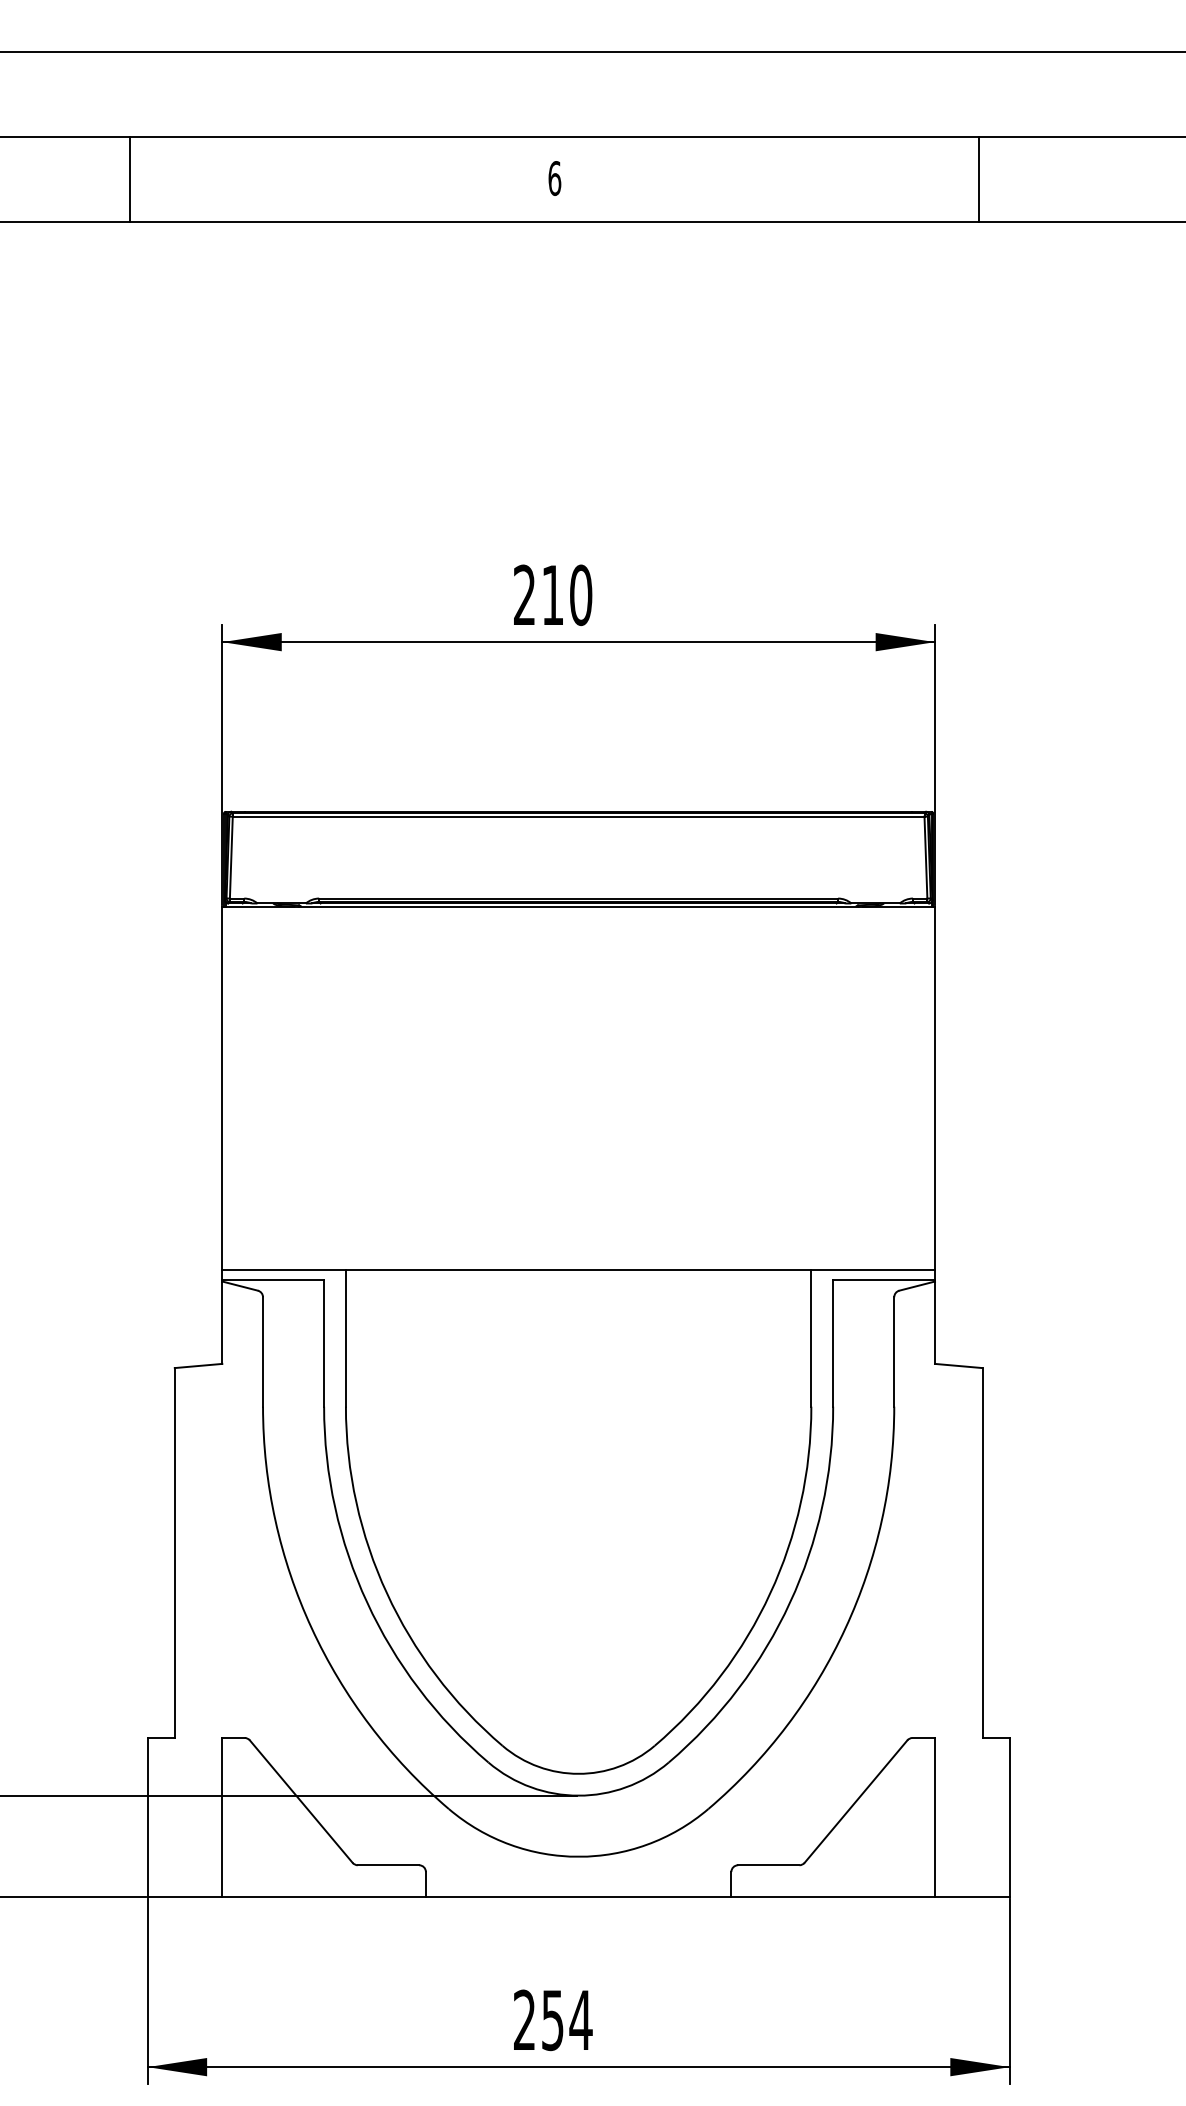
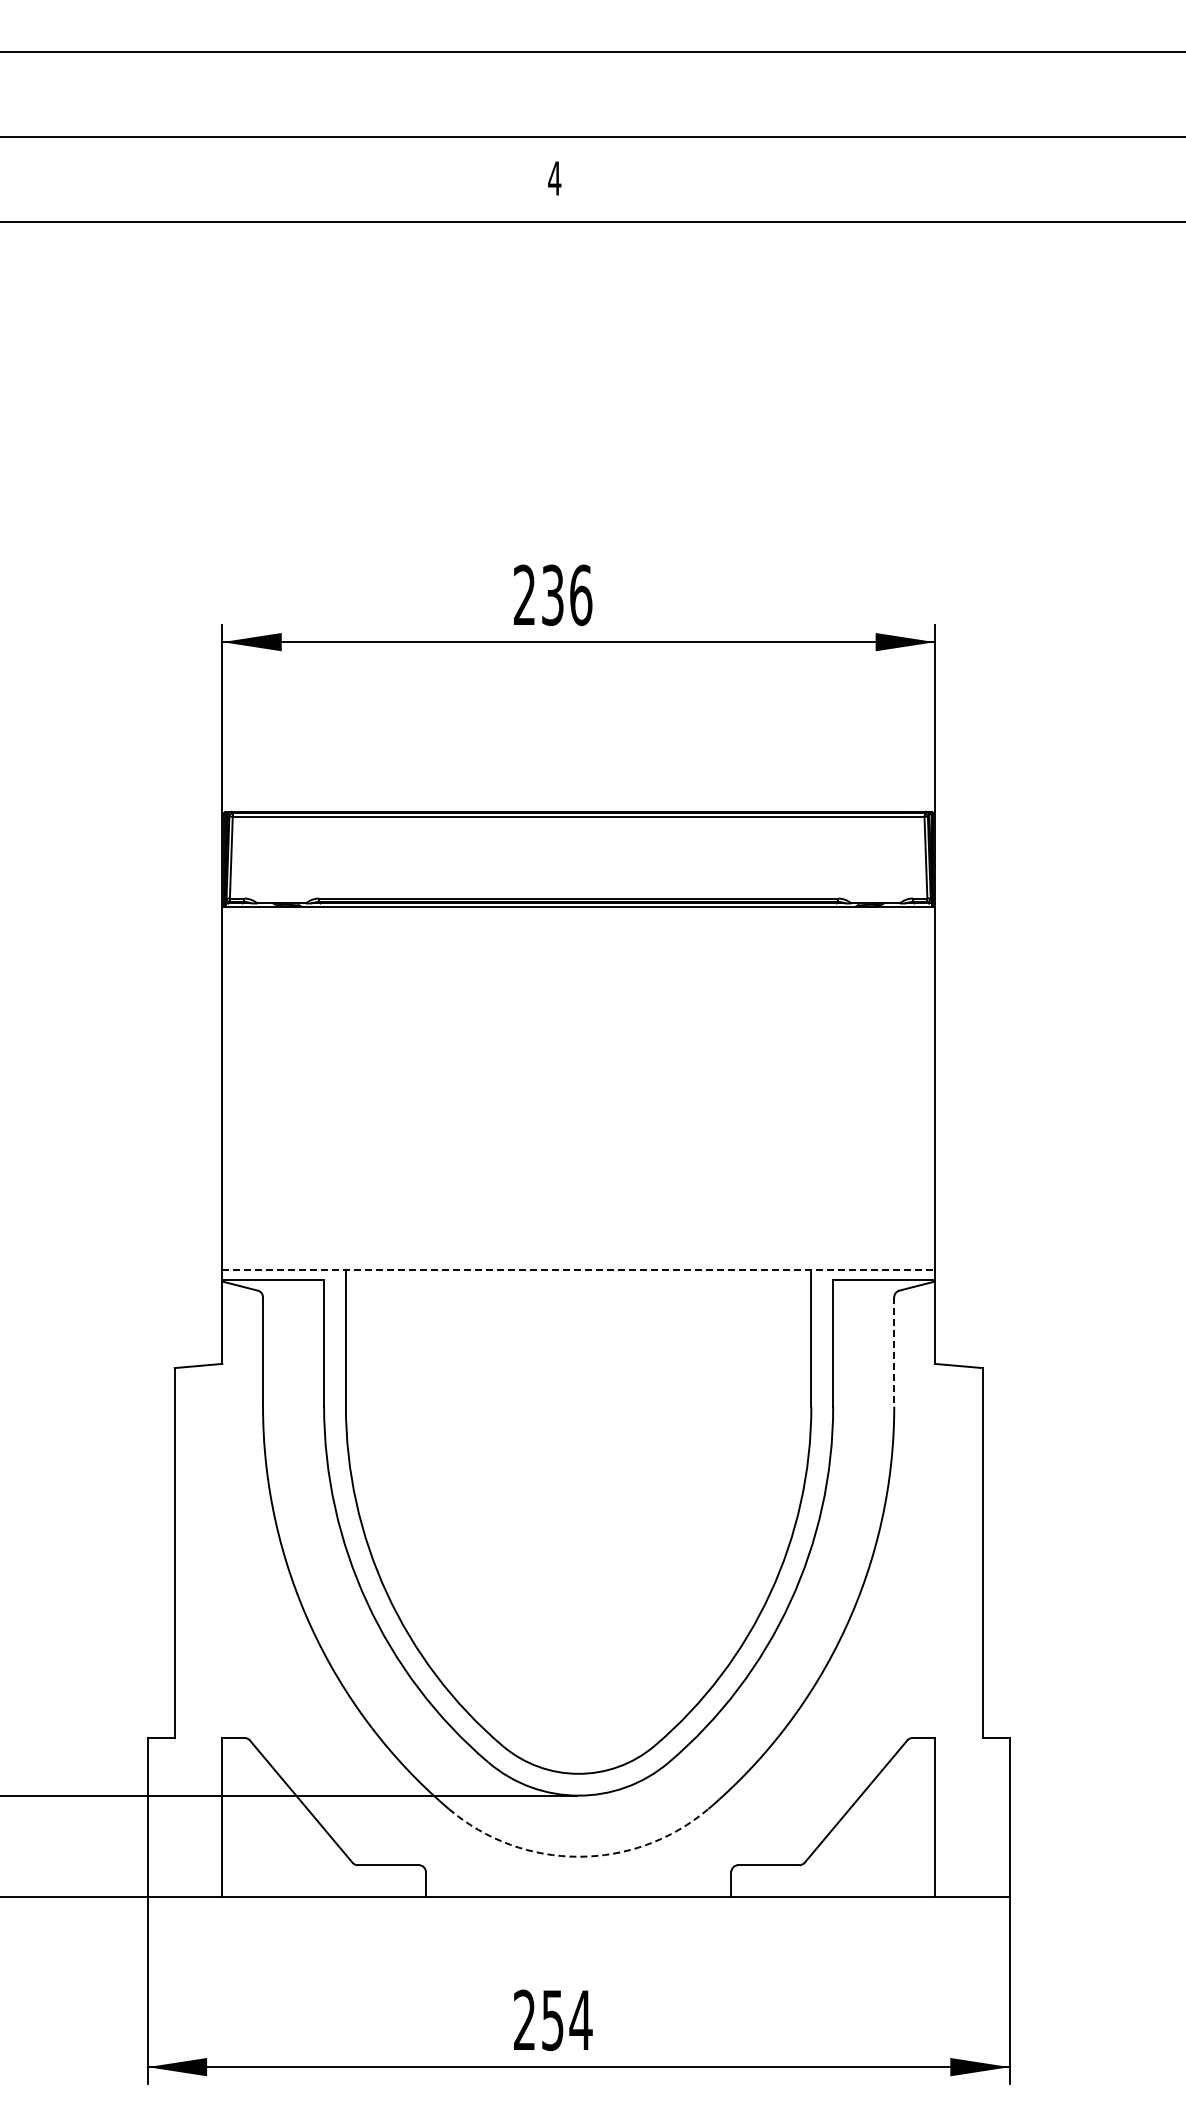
line at (130, 178): present -> none
text at (554, 178): 6 -> 4
line at (978, 178): present -> none
text at (567, 595): 210 -> 236
line at (579, 1269): solid -> dashed
line at (894, 1351): solid -> dashed
arc at (578, 1856): solid -> dashed
